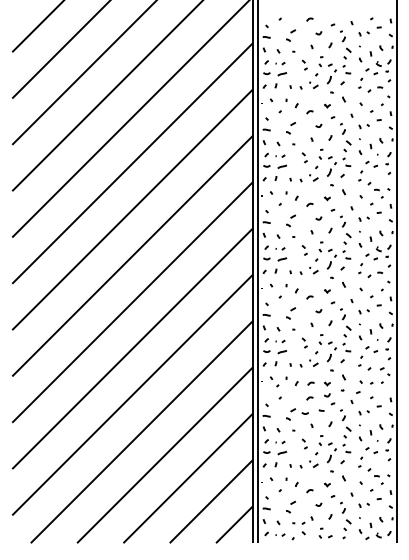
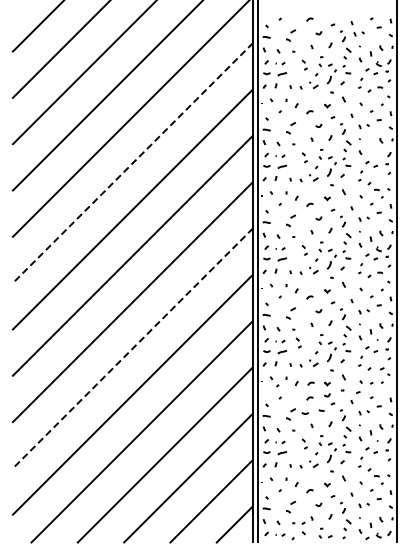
part at (363, 33) position: (363, 33) -> (358, 33)
part at (373, 149): present -> none
line at (132, 163): solid -> dashed
part at (304, 342) position: (304, 342) -> (298, 342)
line at (132, 349): solid -> dashed
